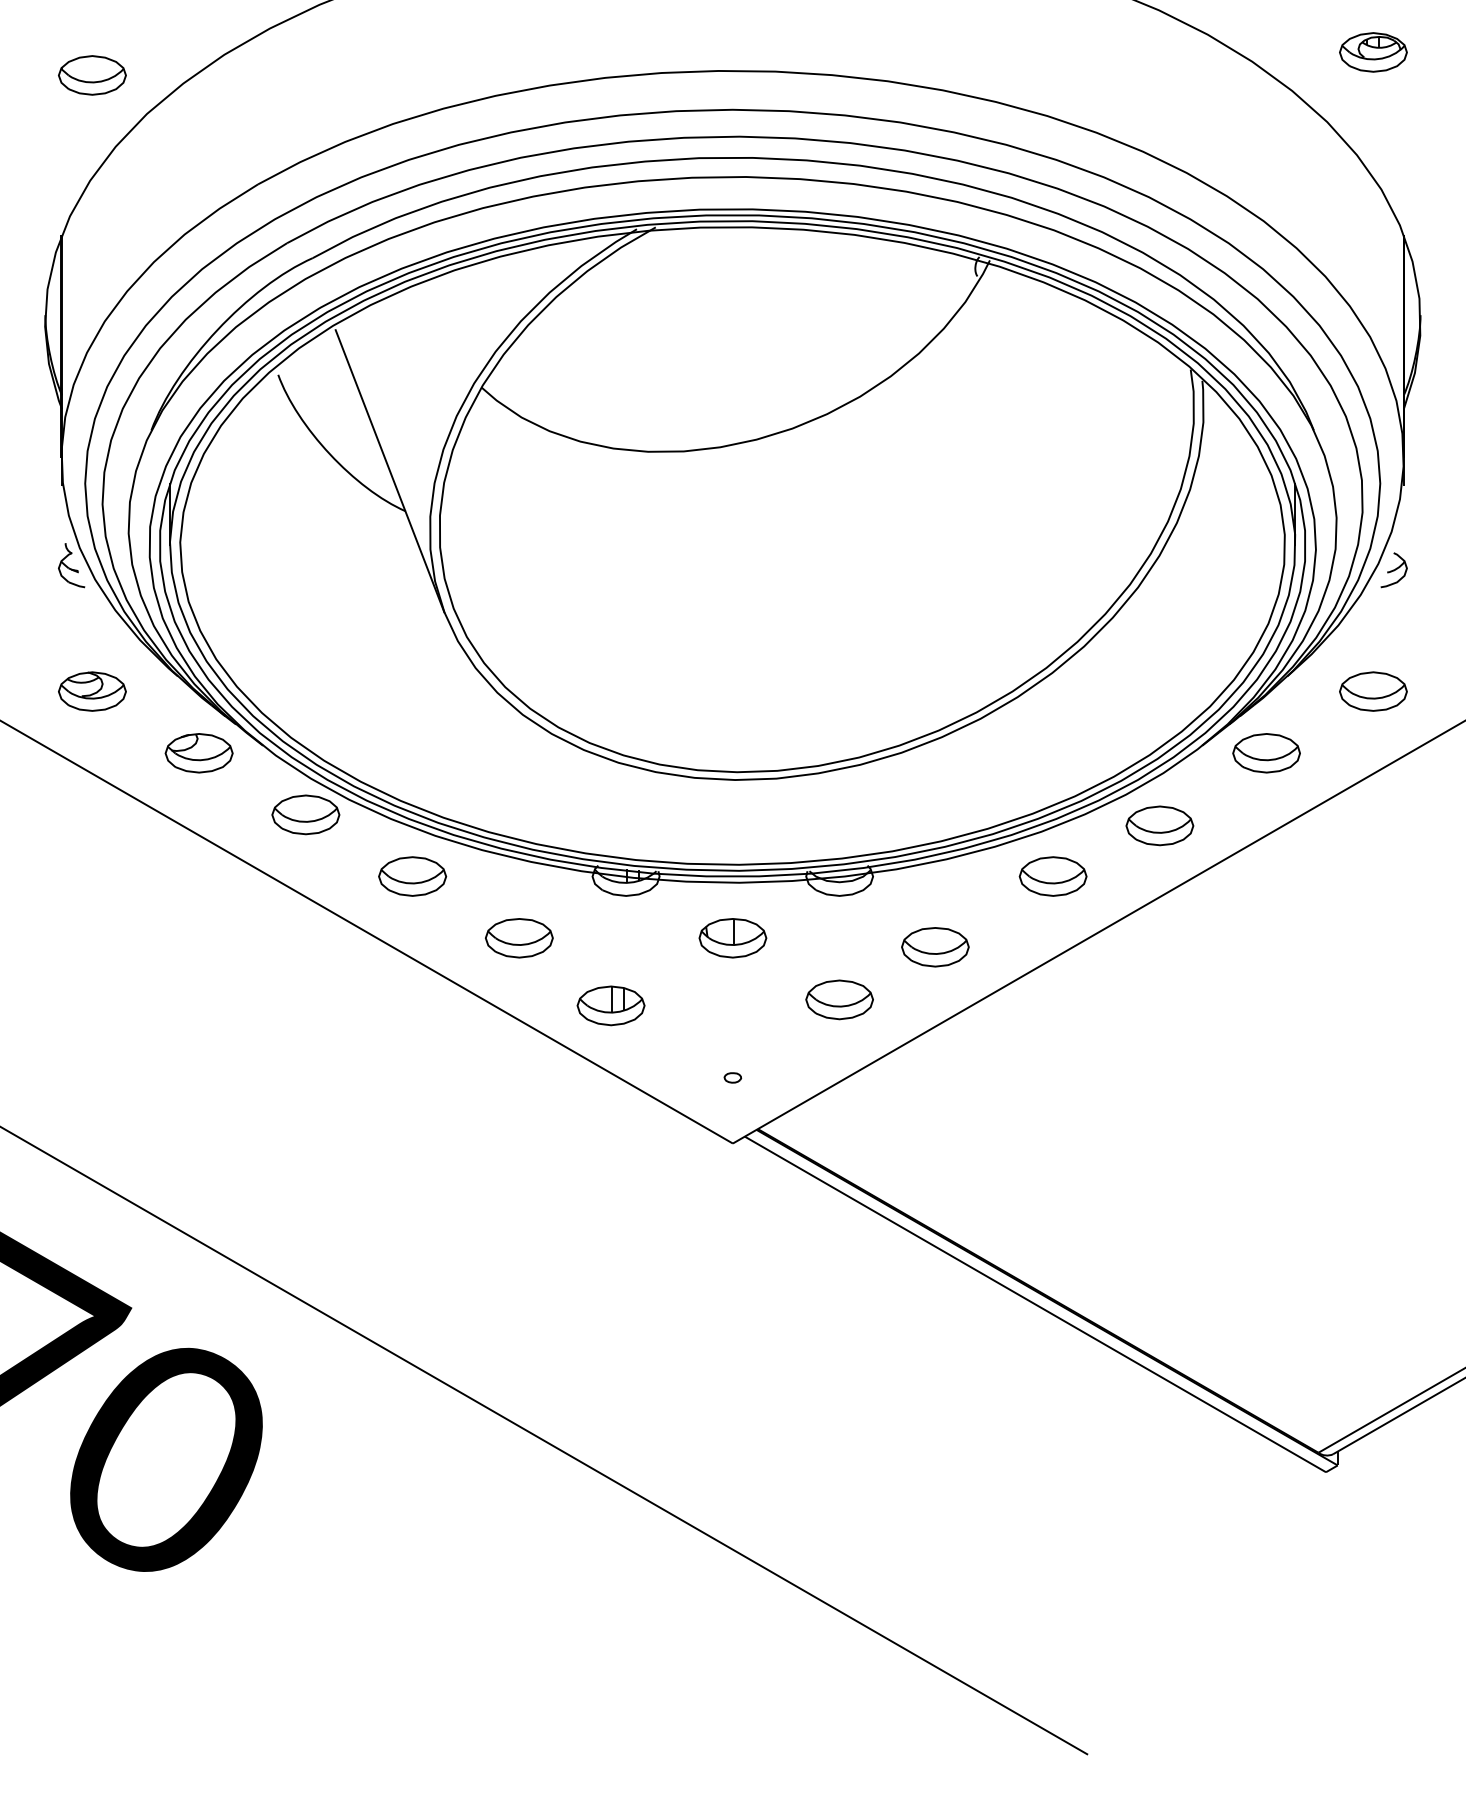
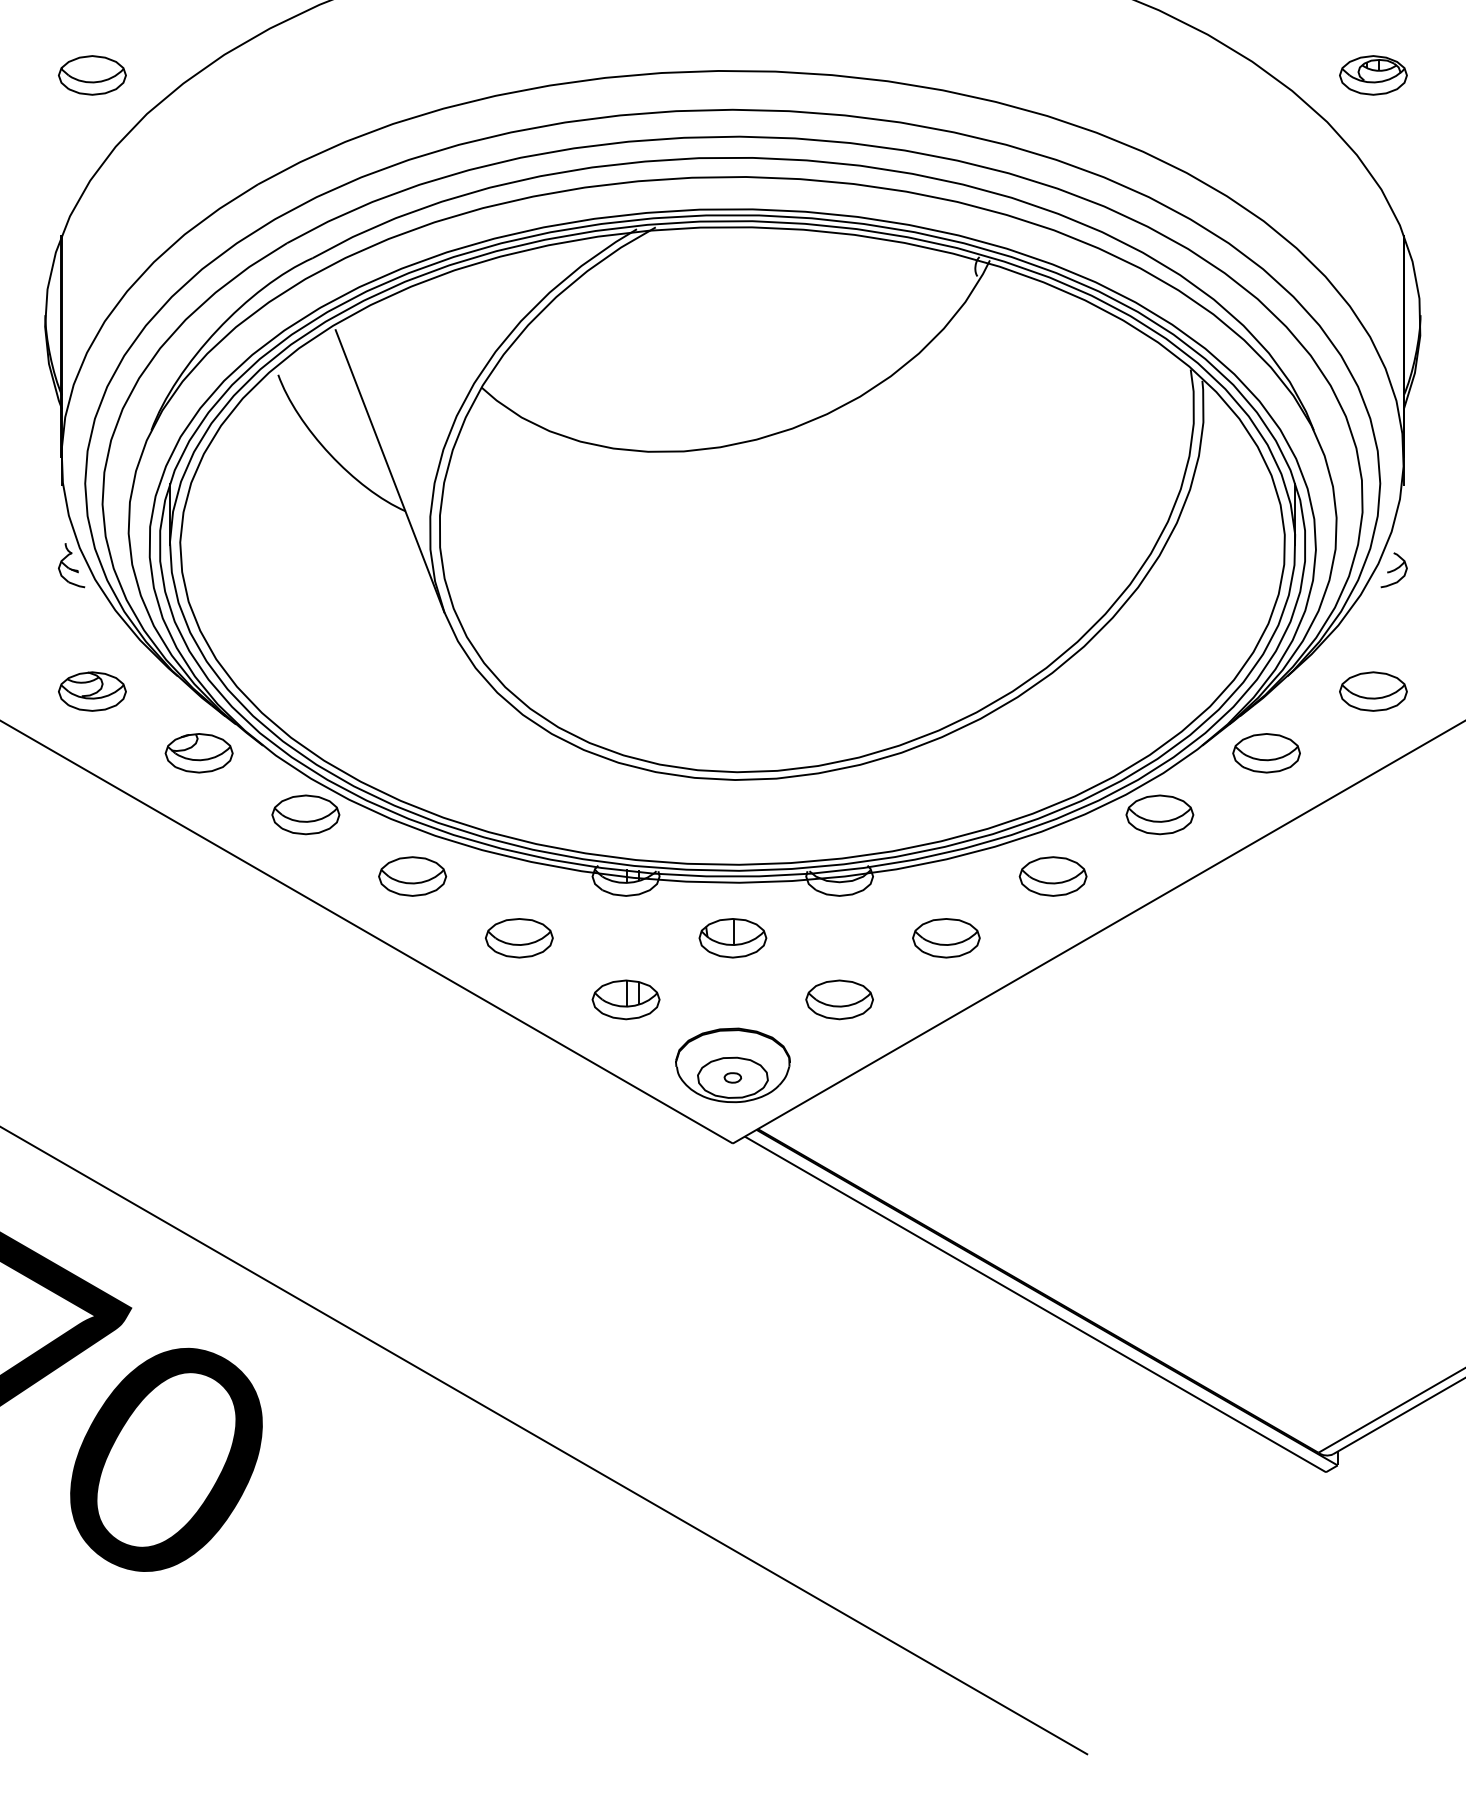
part at (1373, 52) position: (1373, 52) -> (1373, 75)
part at (1159, 825) position: (1159, 825) -> (1159, 814)
part at (935, 947) position: (935, 947) -> (946, 938)
part at (610, 1005) position: (610, 1005) -> (625, 999)
part at (732, 1065): none -> present
